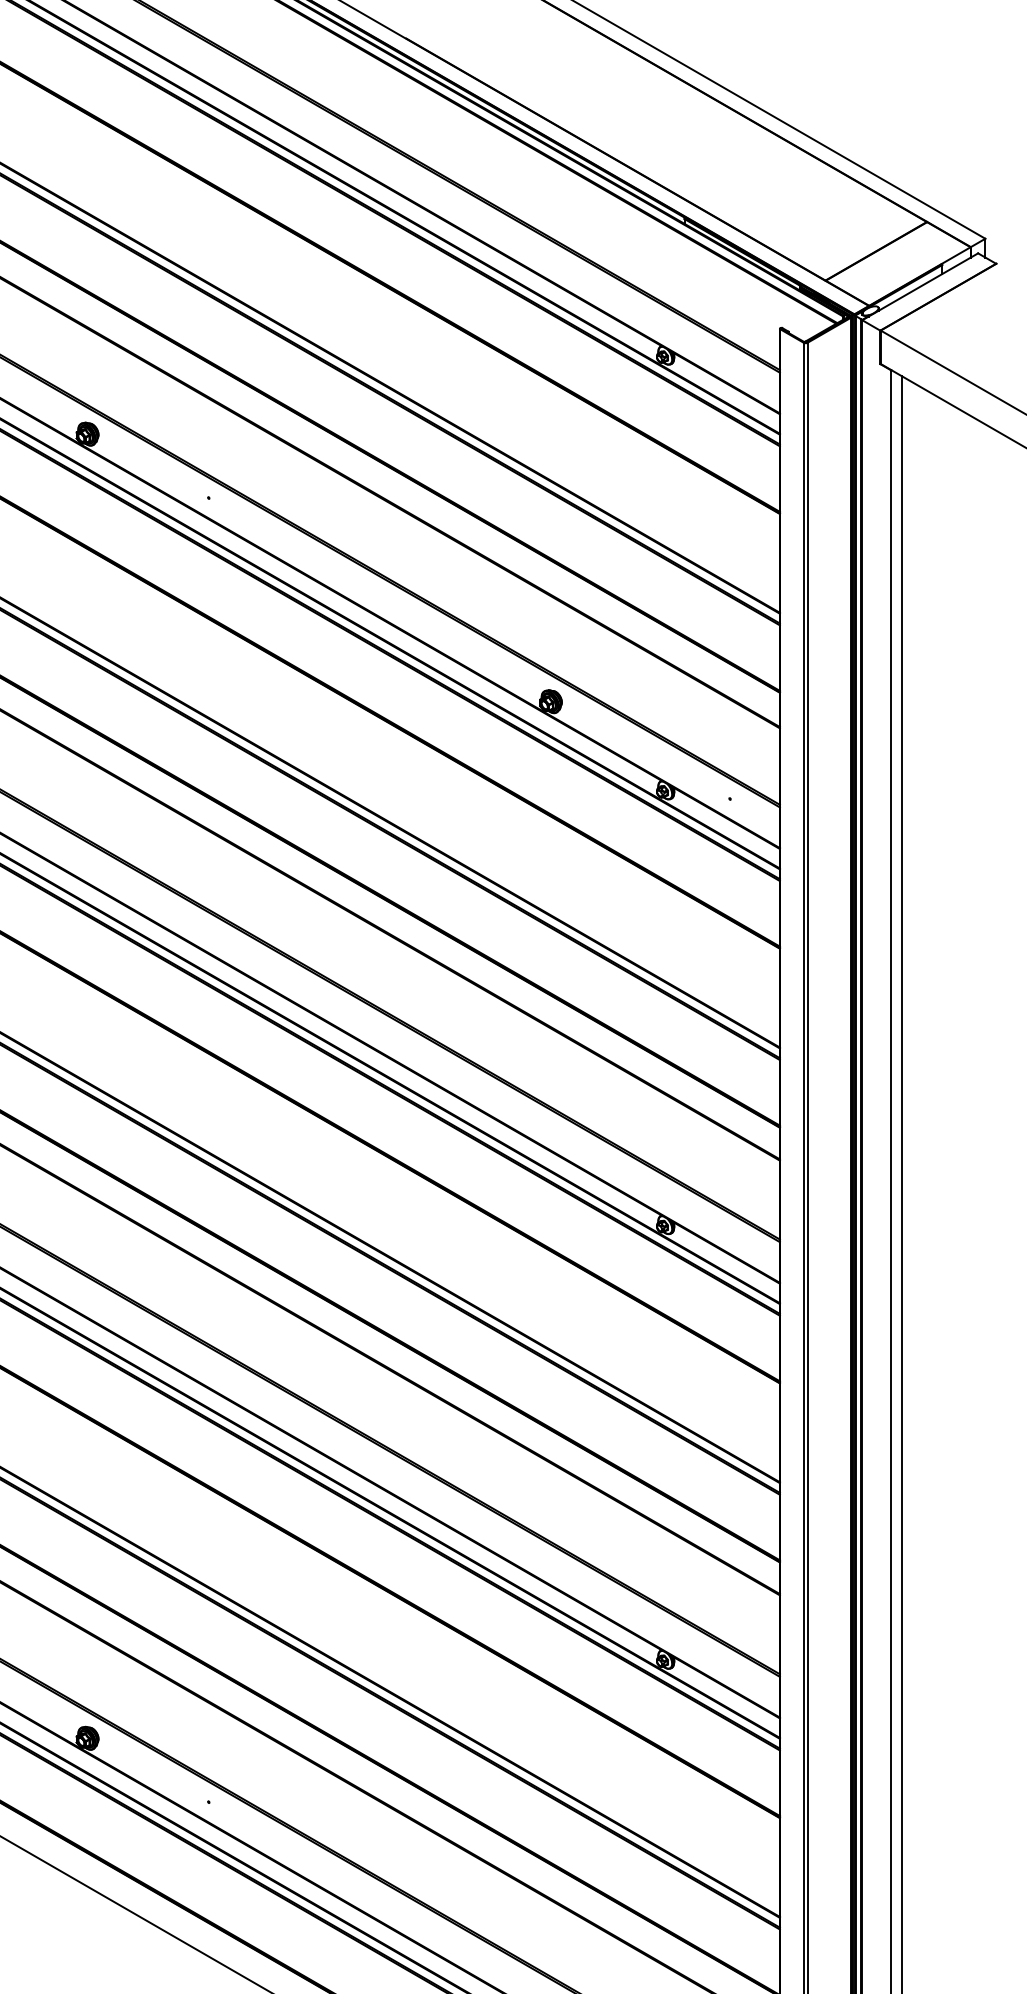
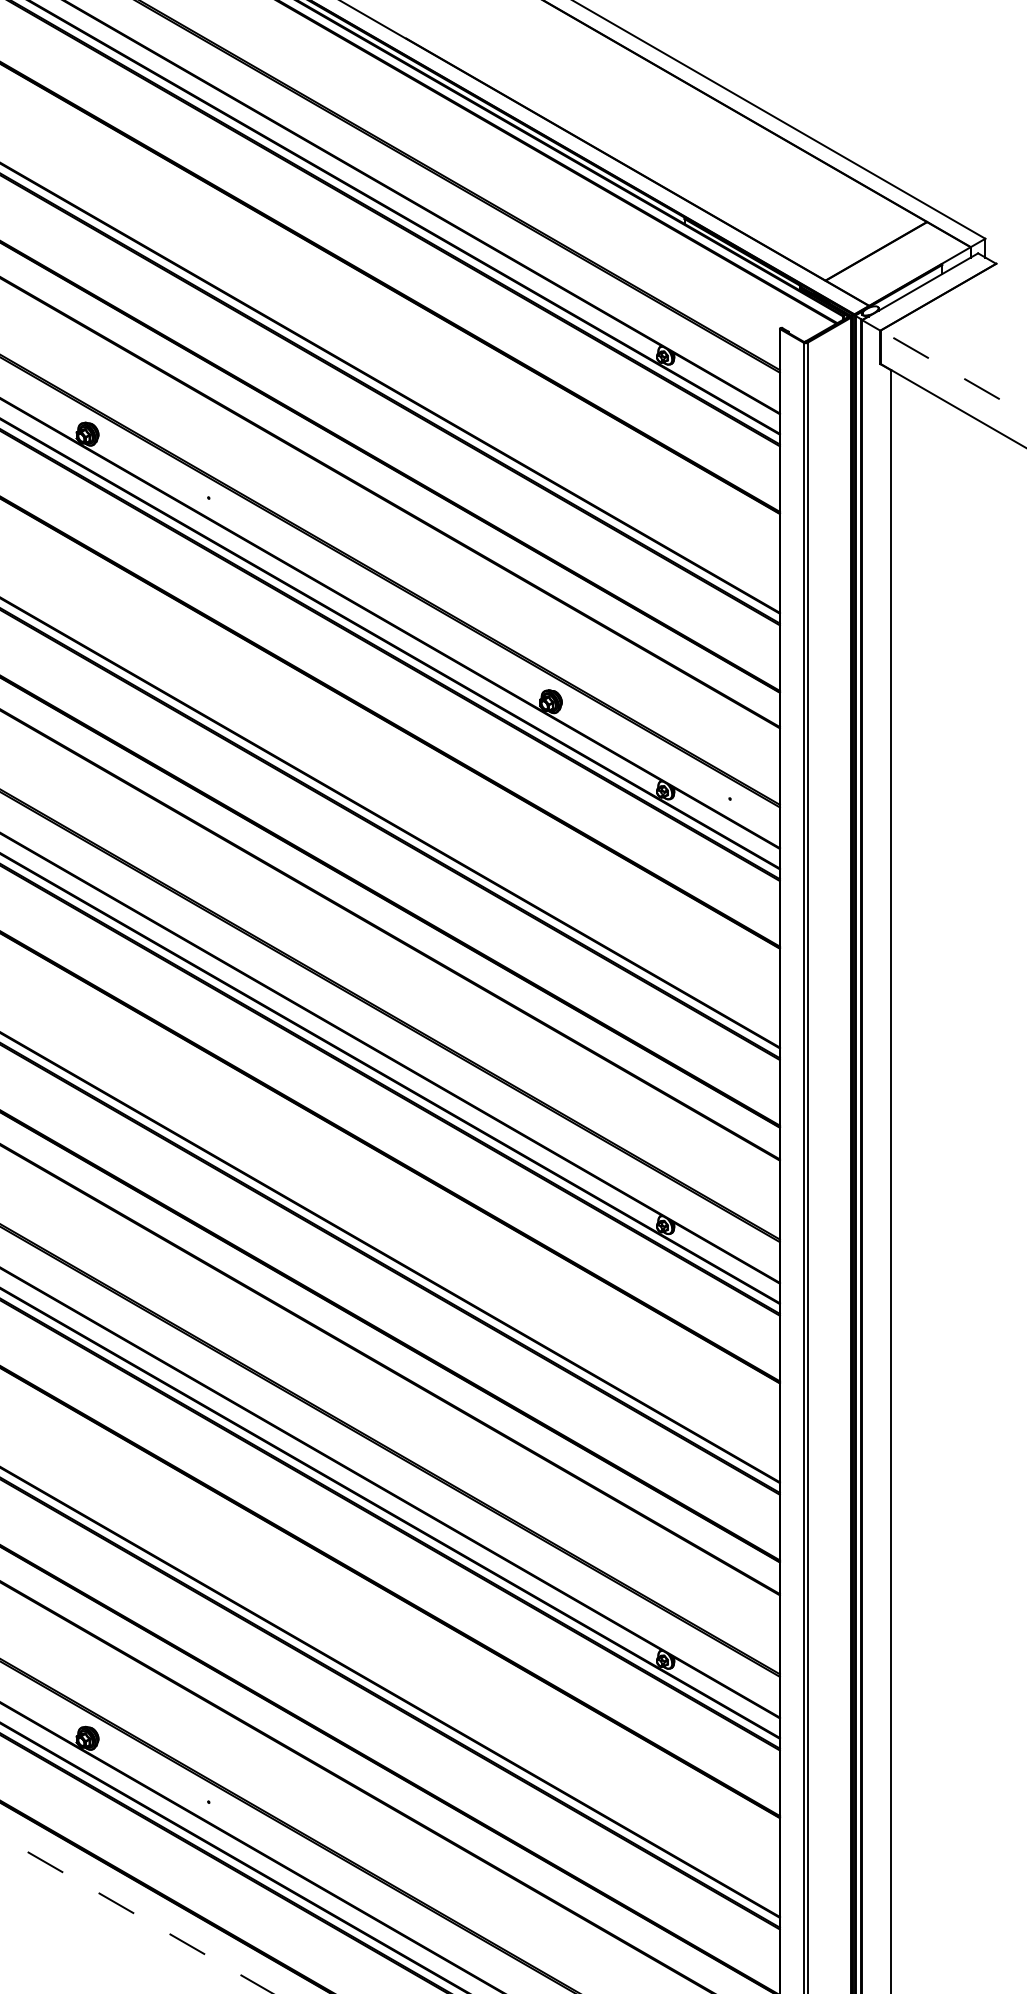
line at (953, 372): solid -> dashed
line at (902, 1183): present -> none
line at (137, 1915): solid -> dashed
